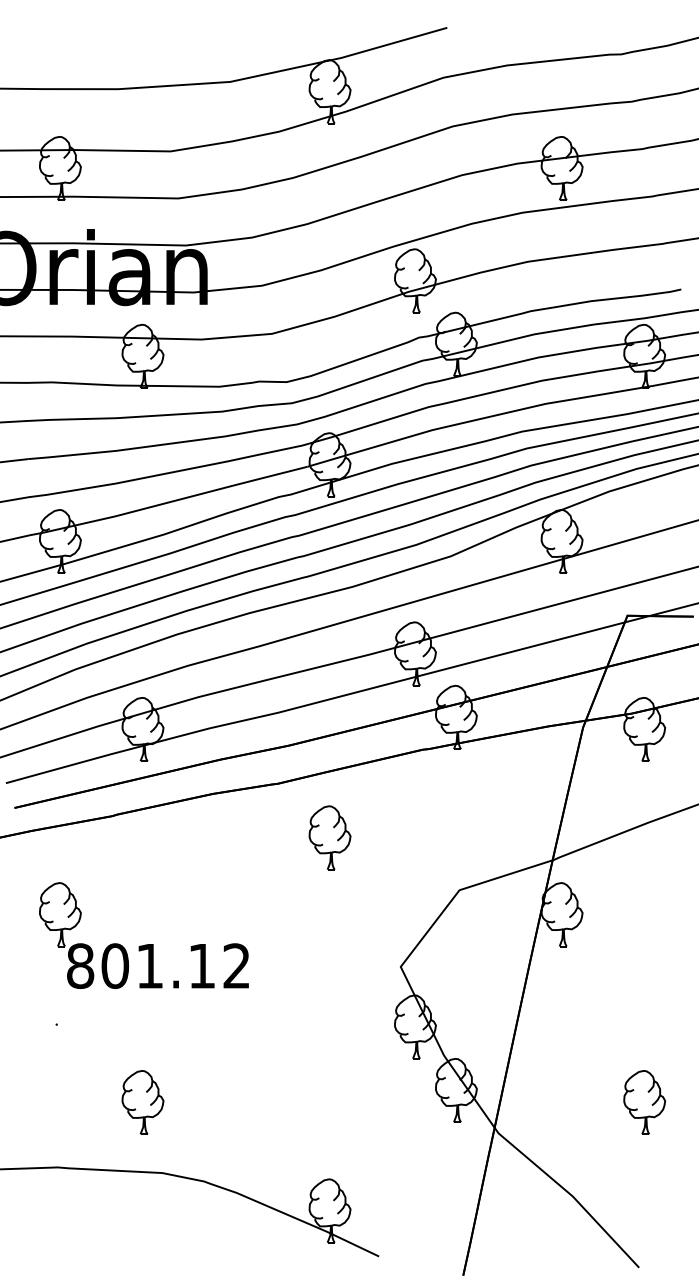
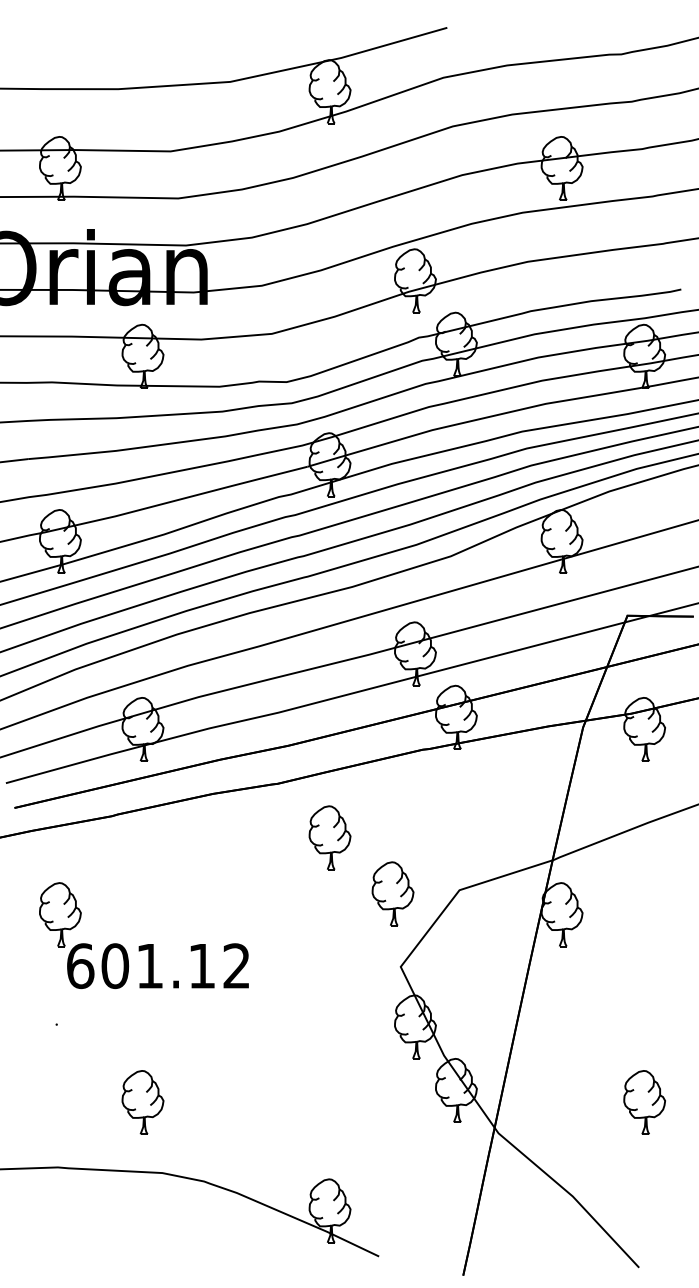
part at (392, 893): none -> present
text at (80, 965): 801.12 -> 601.12
